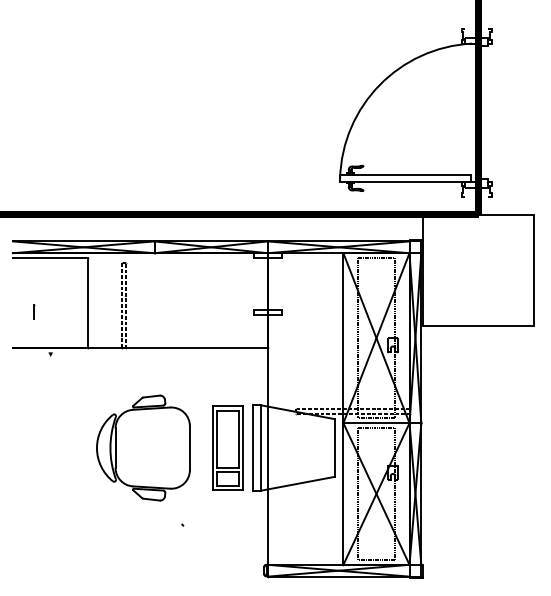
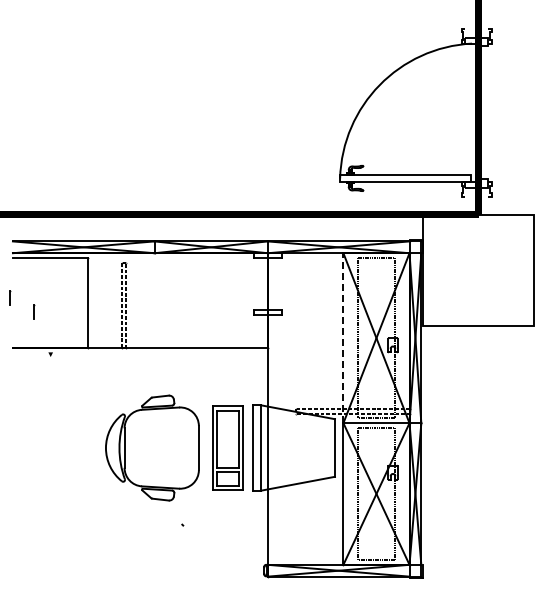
line at (10, 297): none -> present
line at (343, 338): solid -> dashed
part at (143, 447) position: (143, 447) -> (152, 447)
